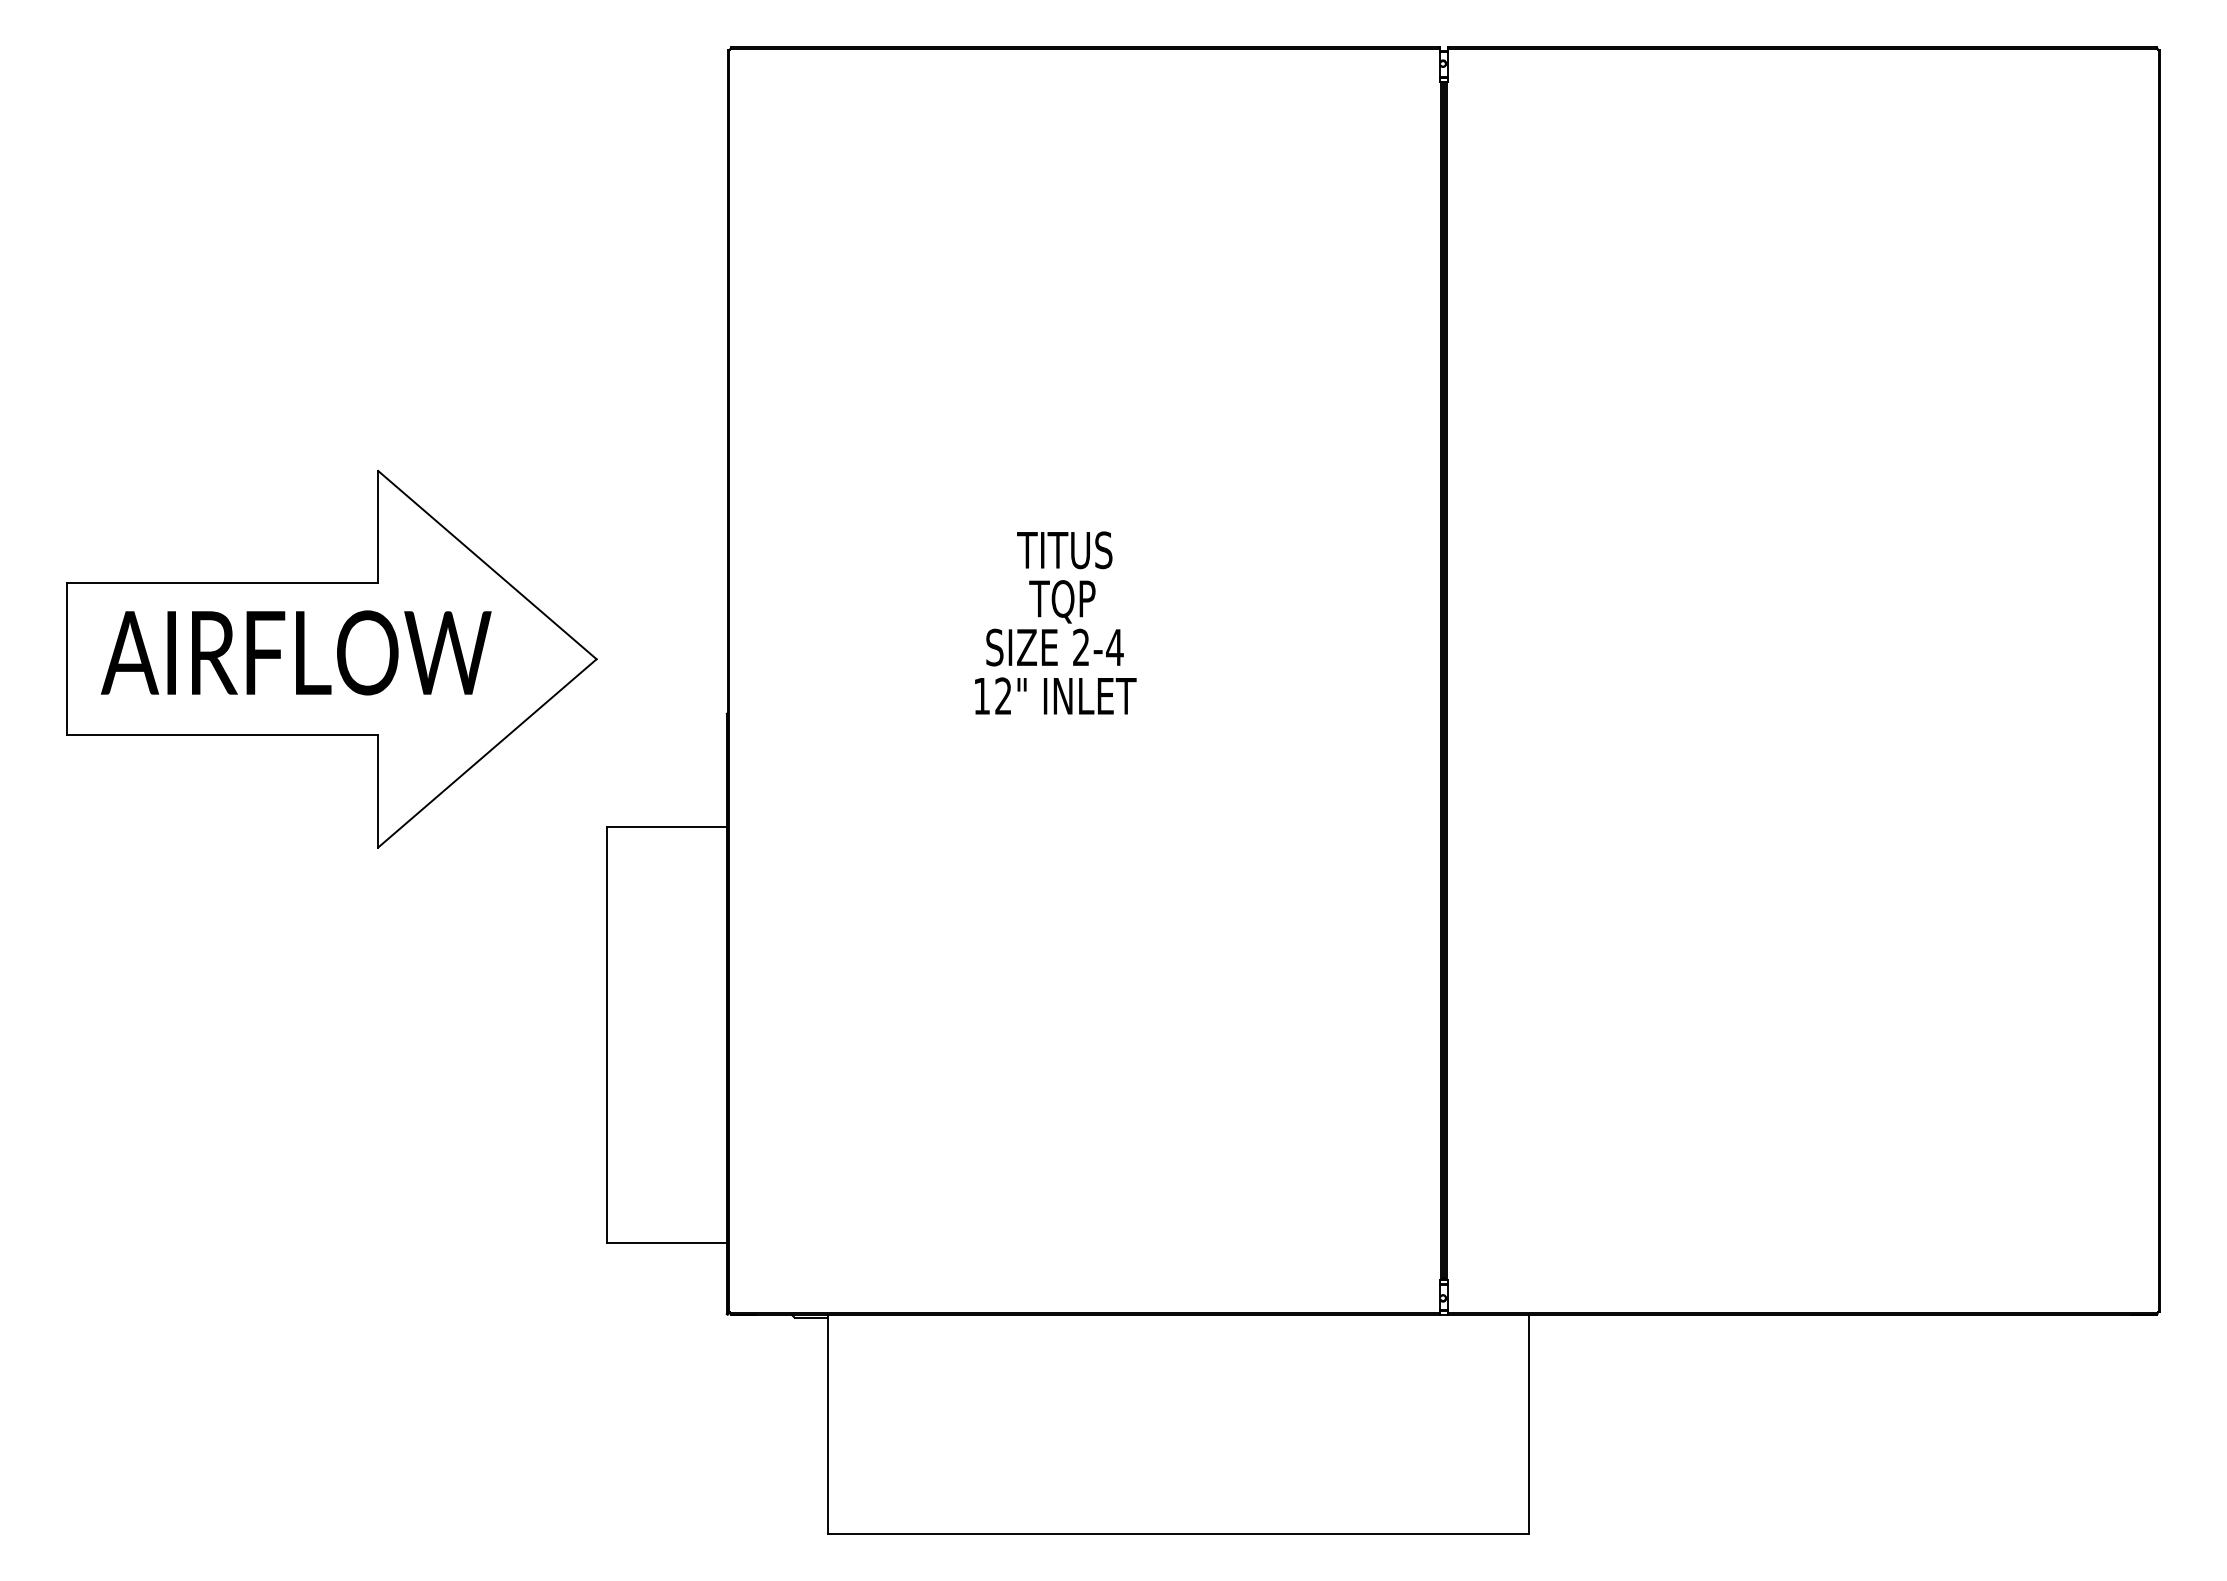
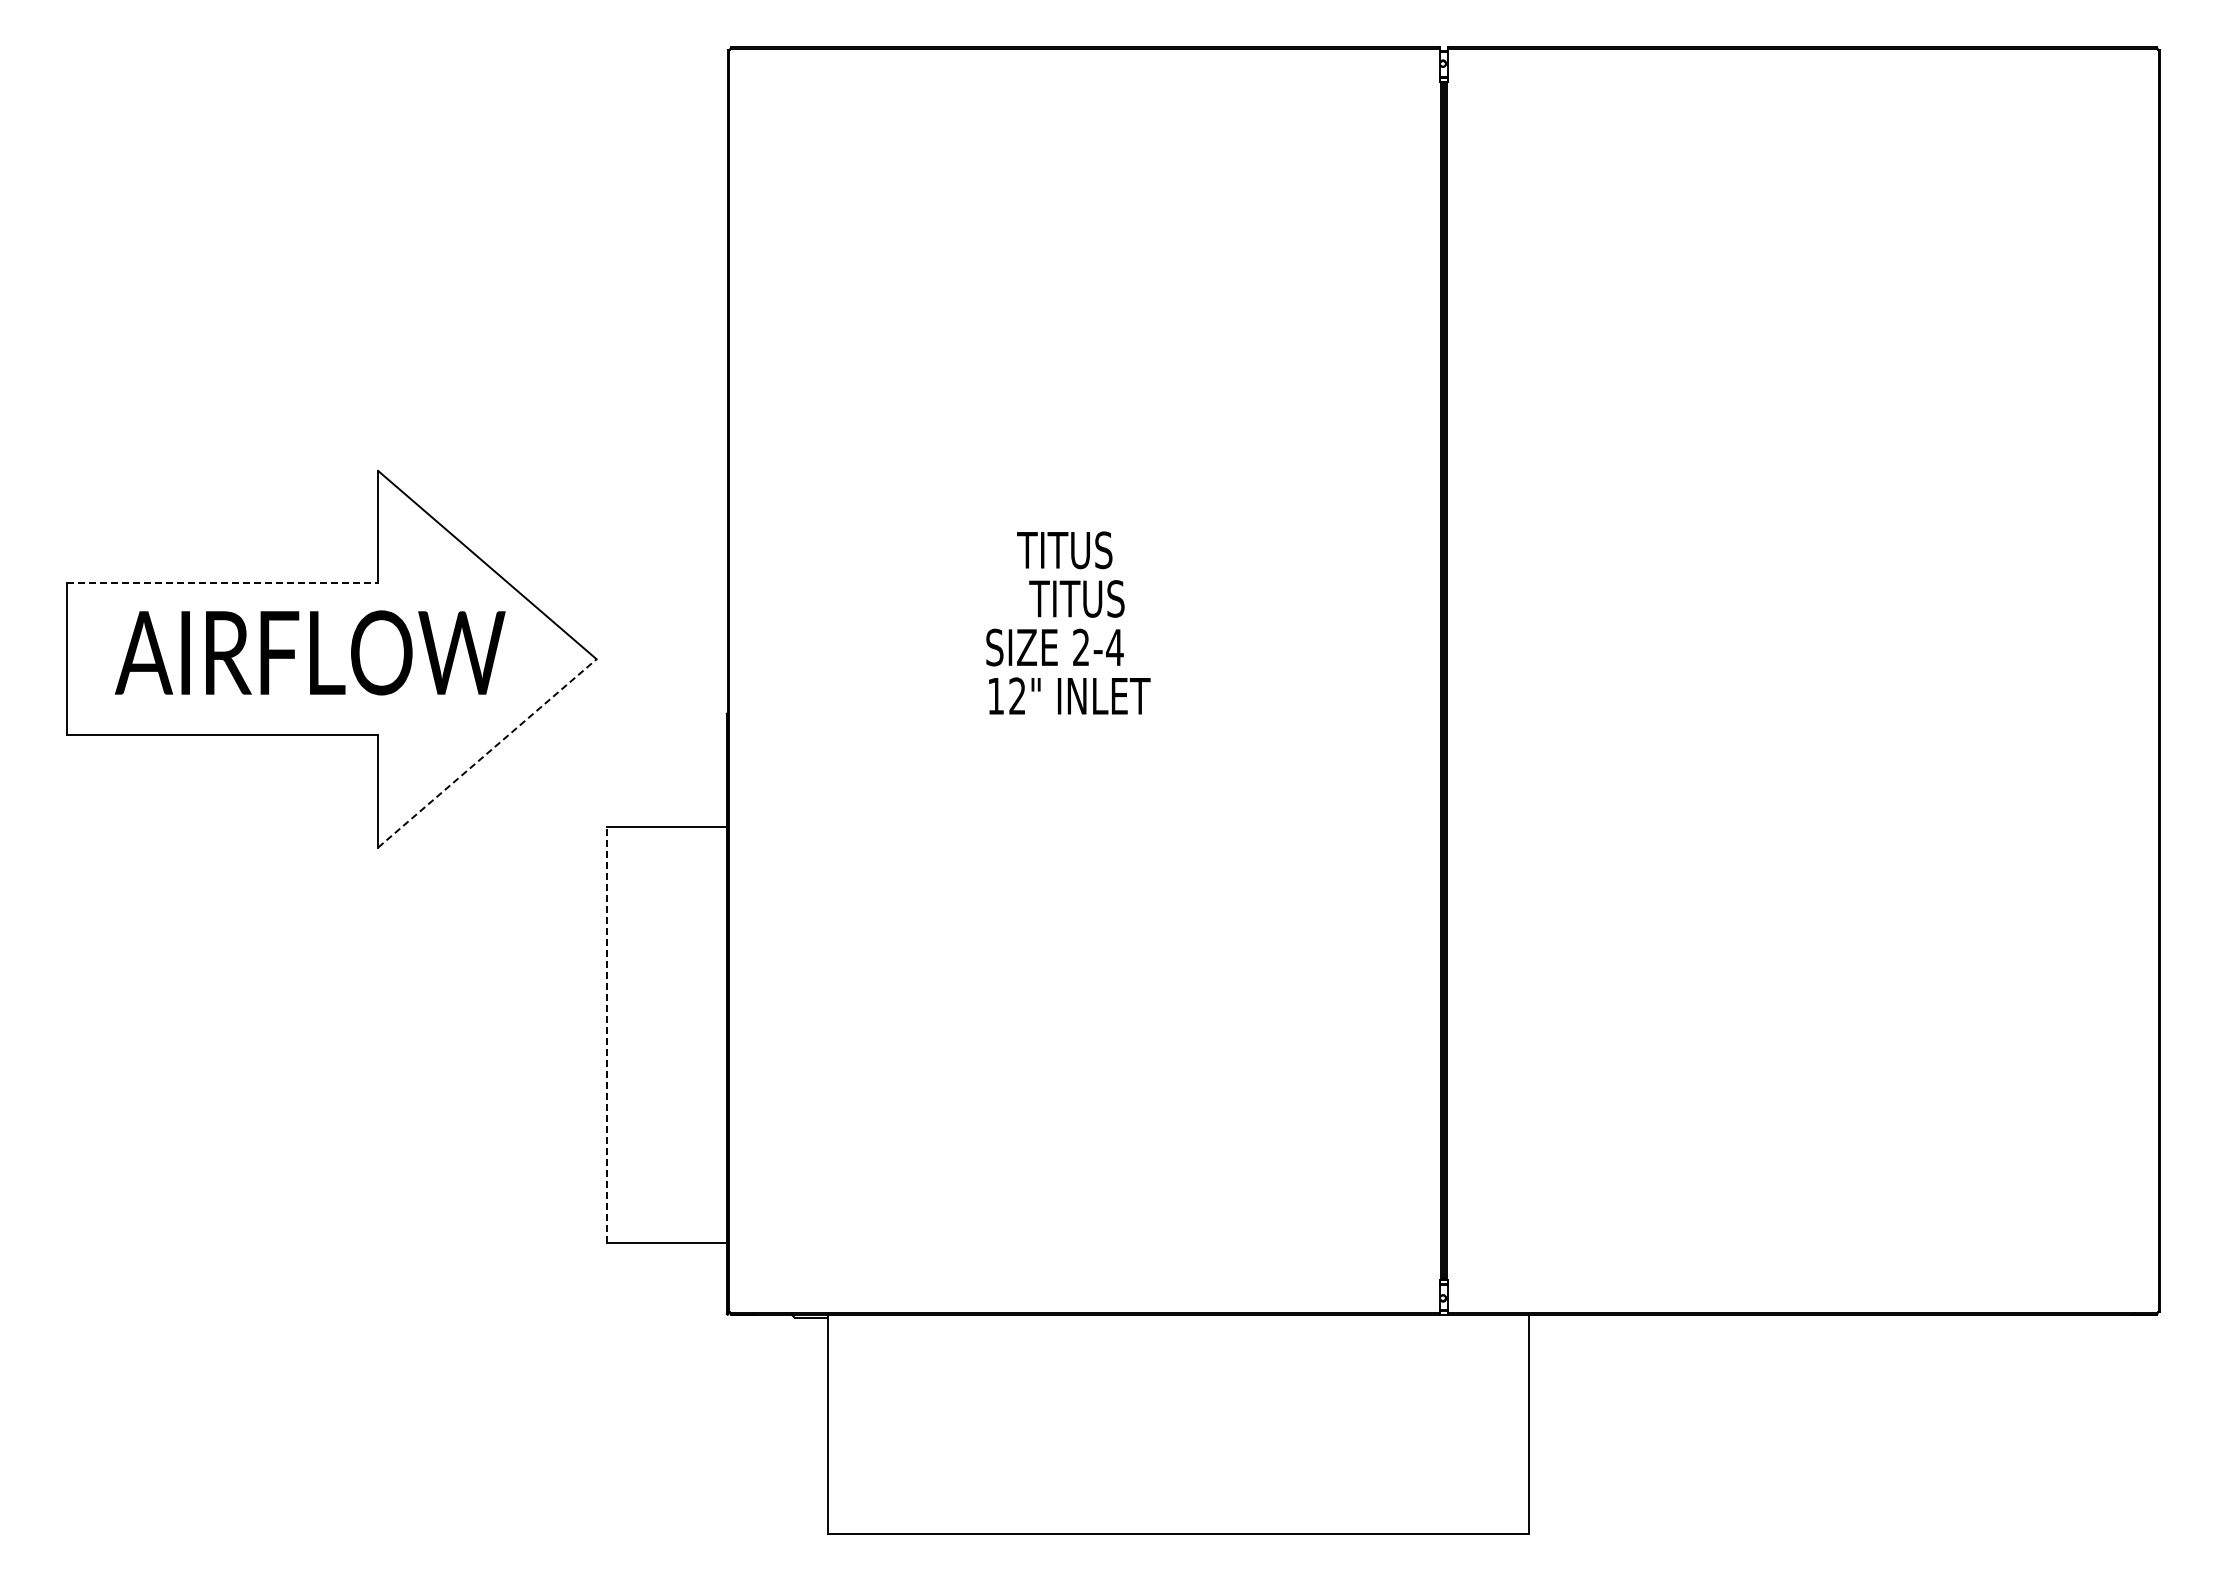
line at (222, 583): solid -> dashed
text at (1087, 601): TQP -> TITUS
text at (295, 652) position: (295, 652) -> (309, 652)
text at (1055, 695) position: (1055, 695) -> (1069, 695)
line at (487, 753): solid -> dashed
line at (606, 1034): solid -> dashed
